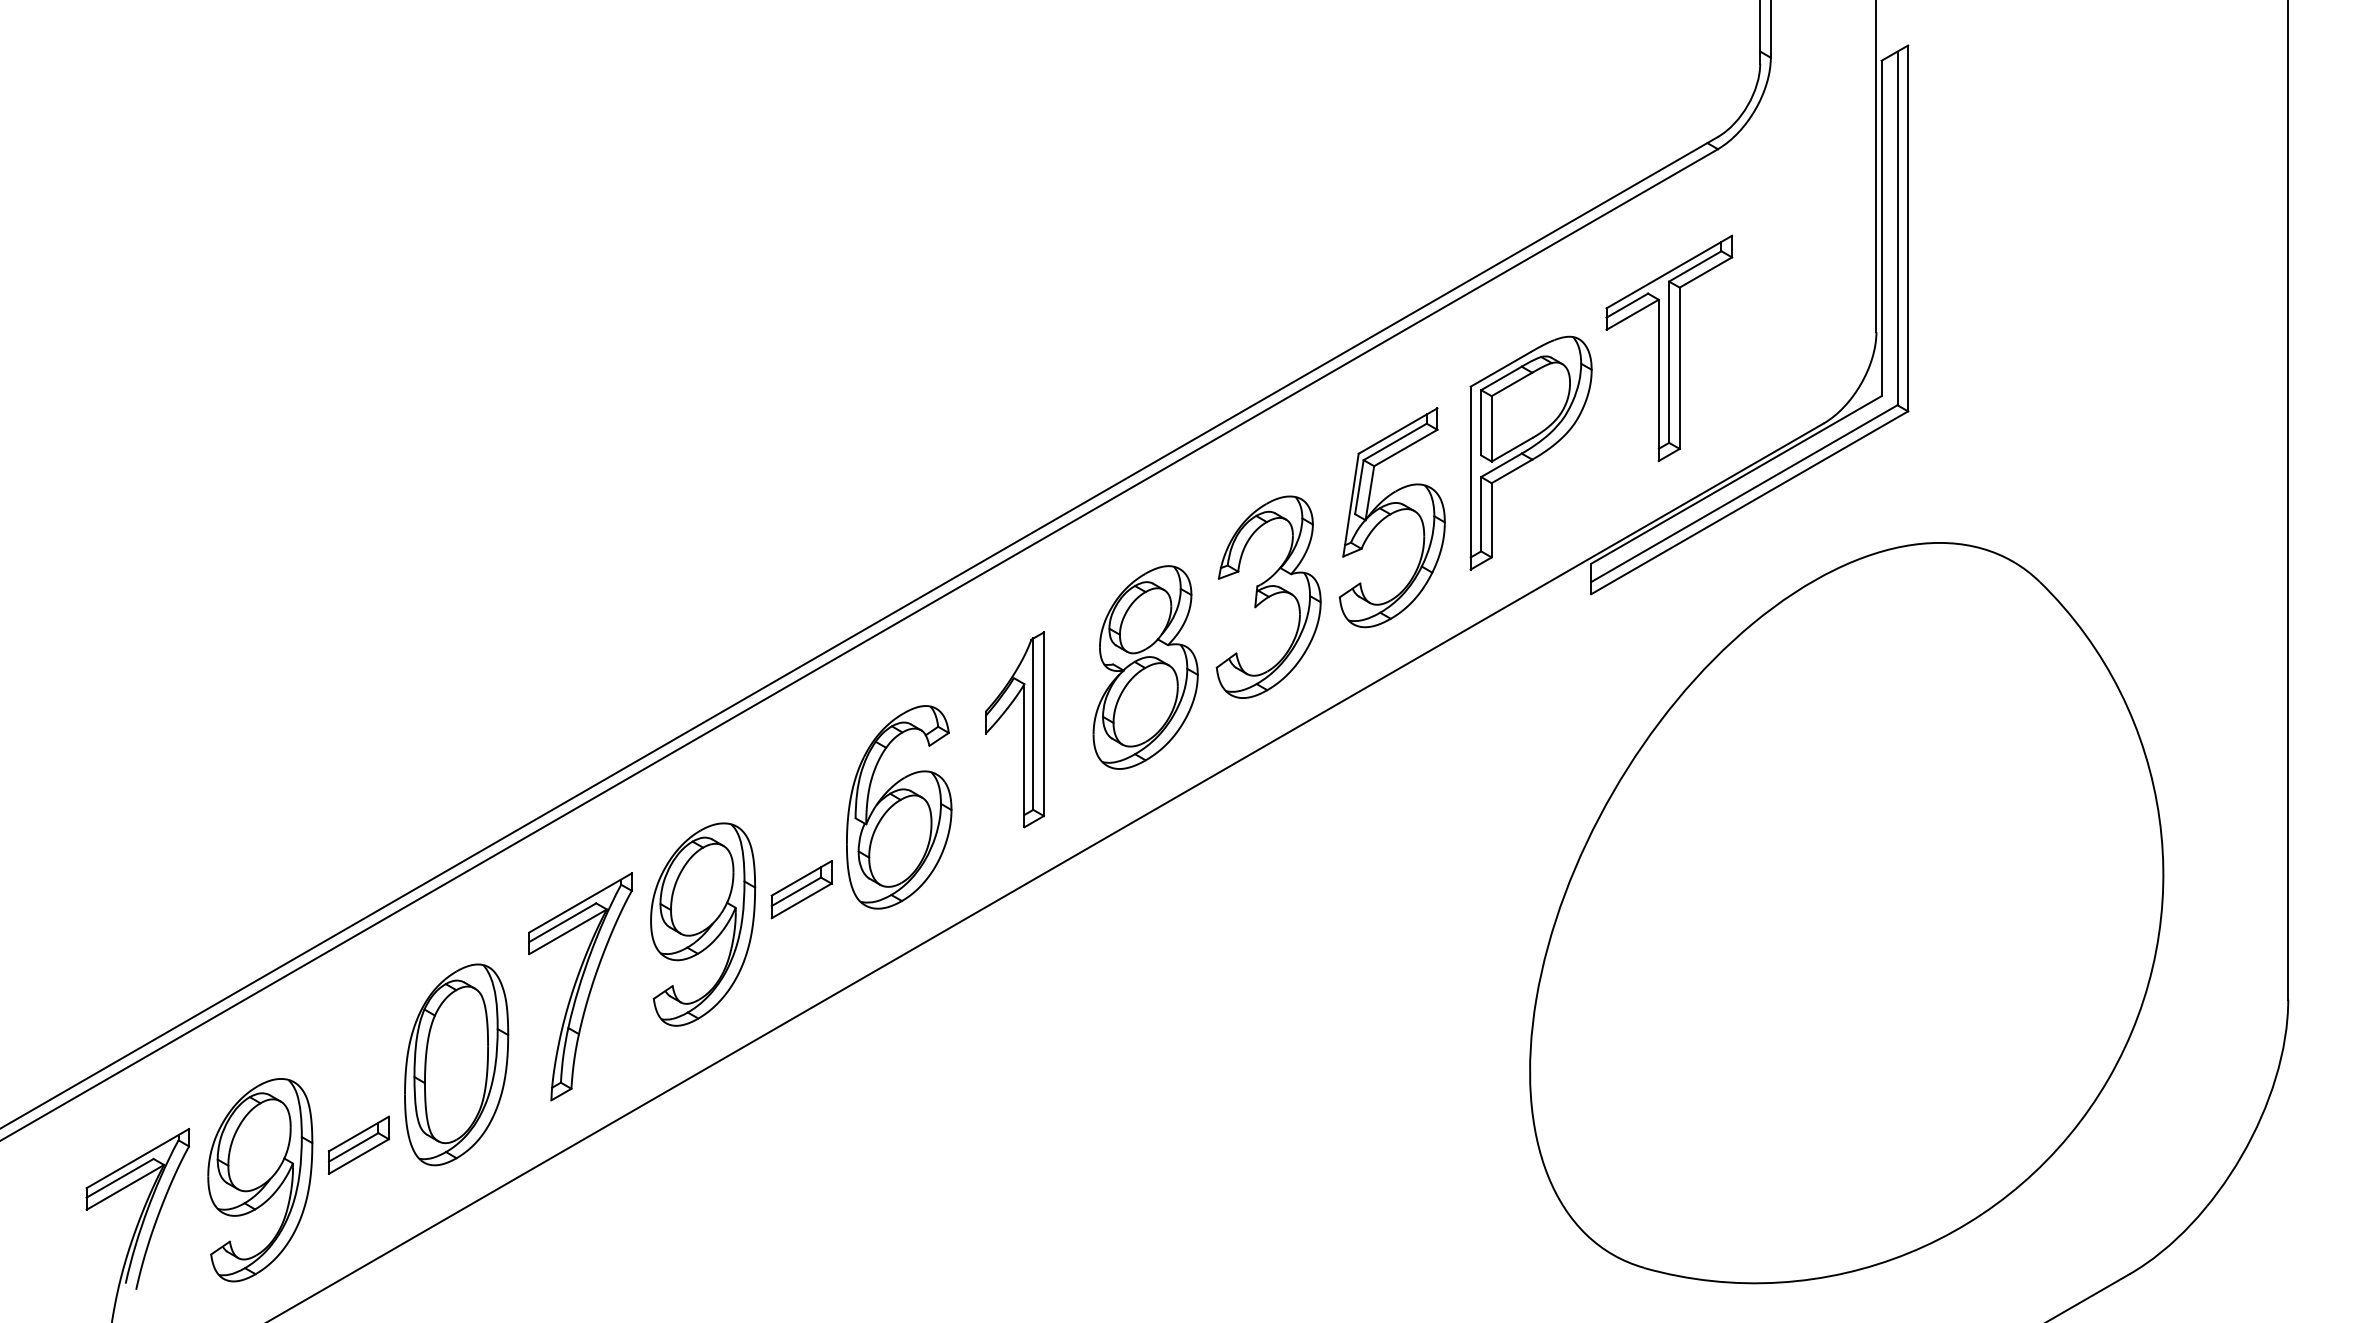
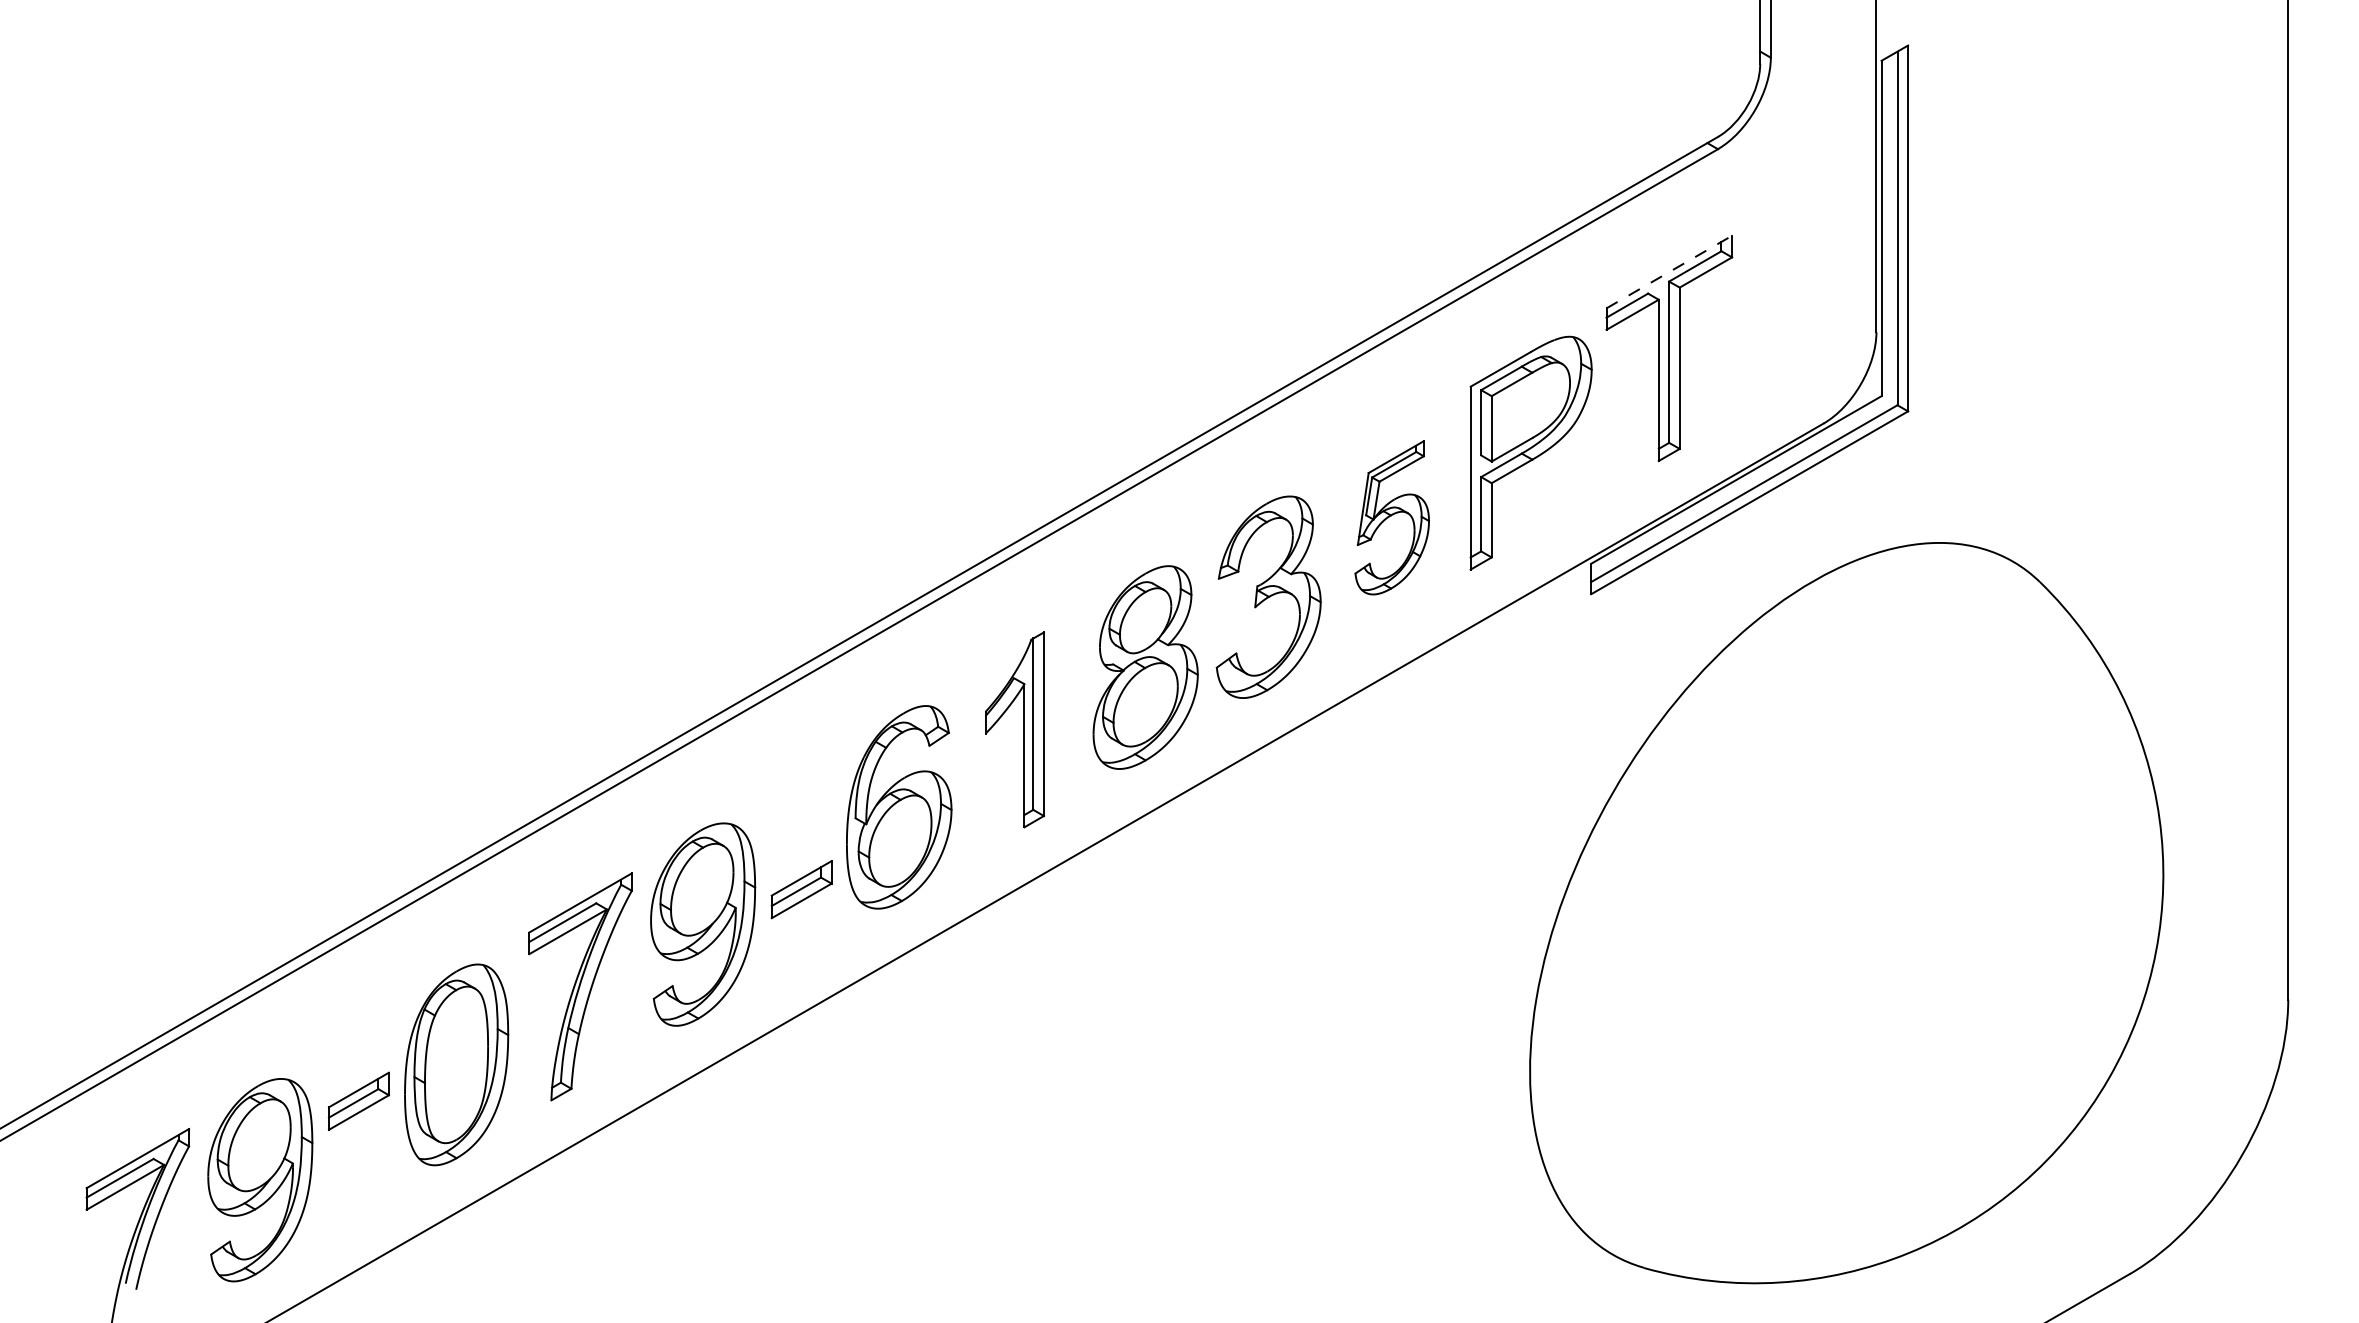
line at (1669, 272): solid -> dashed
part at (1391, 517) size: 108x222 px -> 76x156 px
part at (358, 1144) position: (358, 1144) -> (358, 1100)
